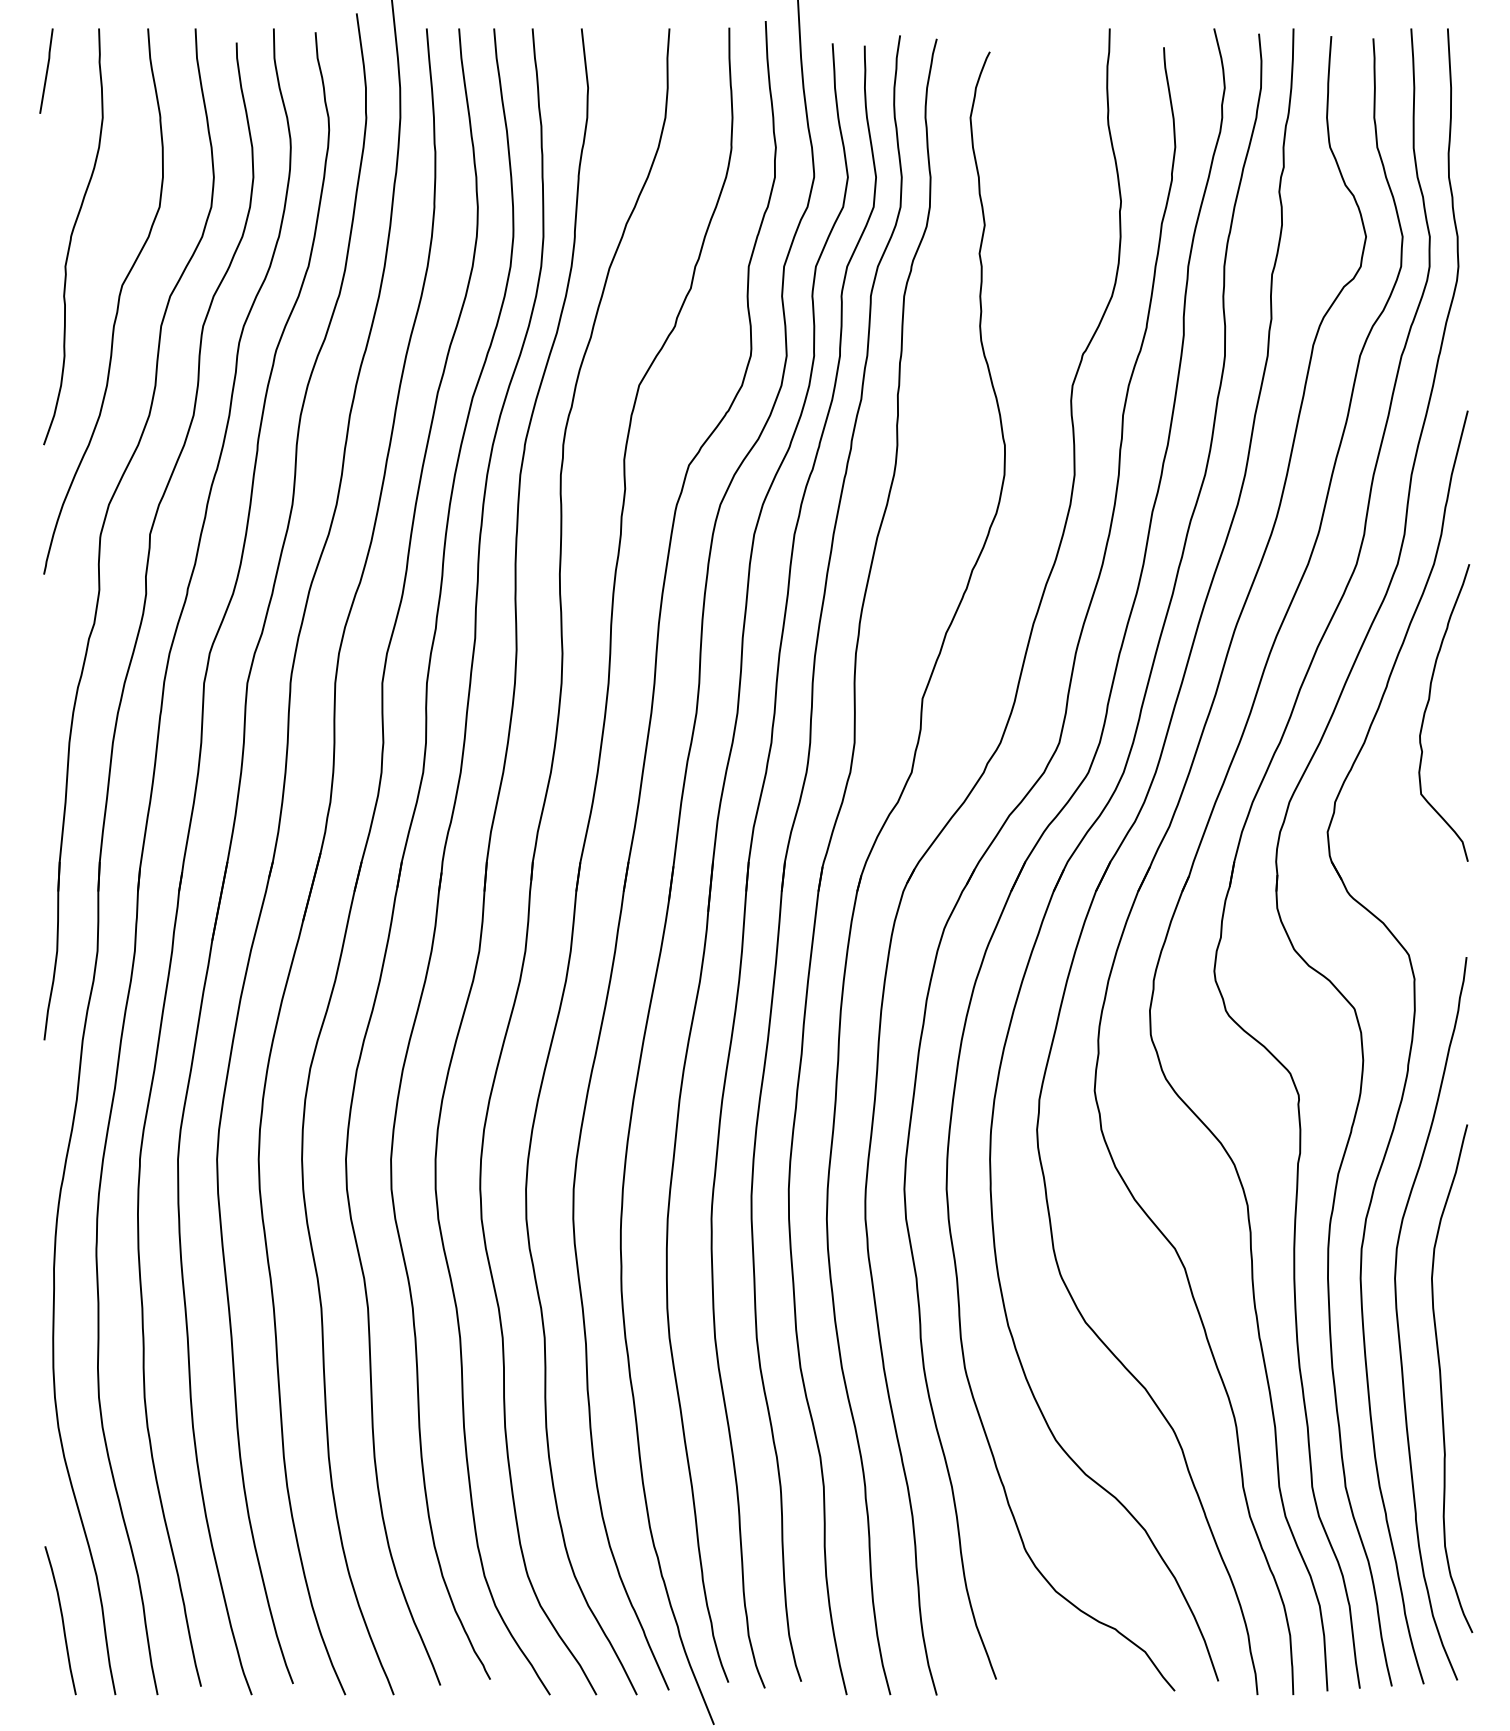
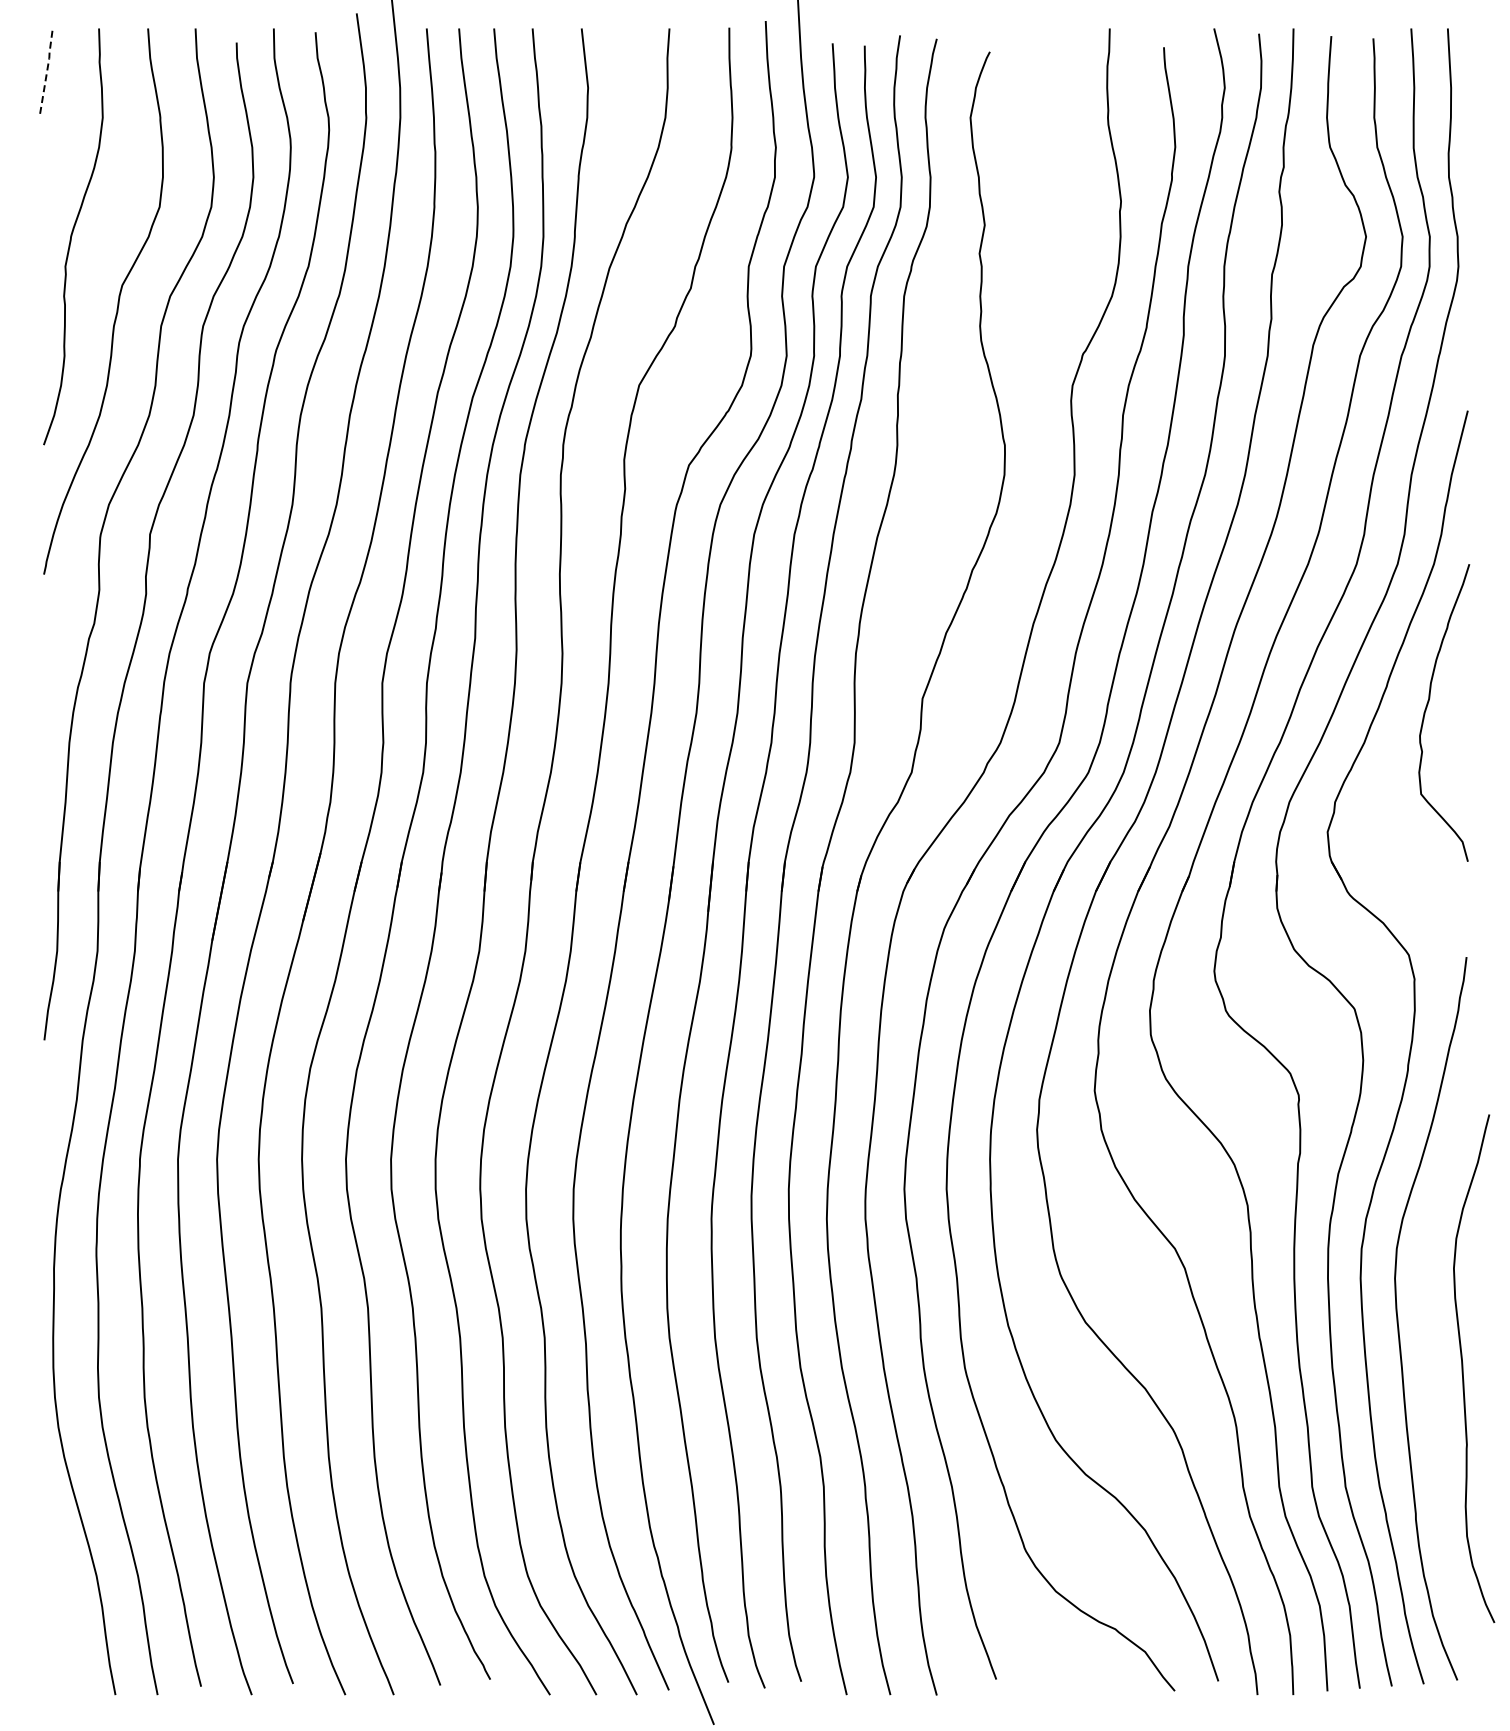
line at (47, 69): solid -> dashed
curve at (1441, 1378) position: (1441, 1378) -> (1463, 1368)
curve at (61, 1619): present -> none
